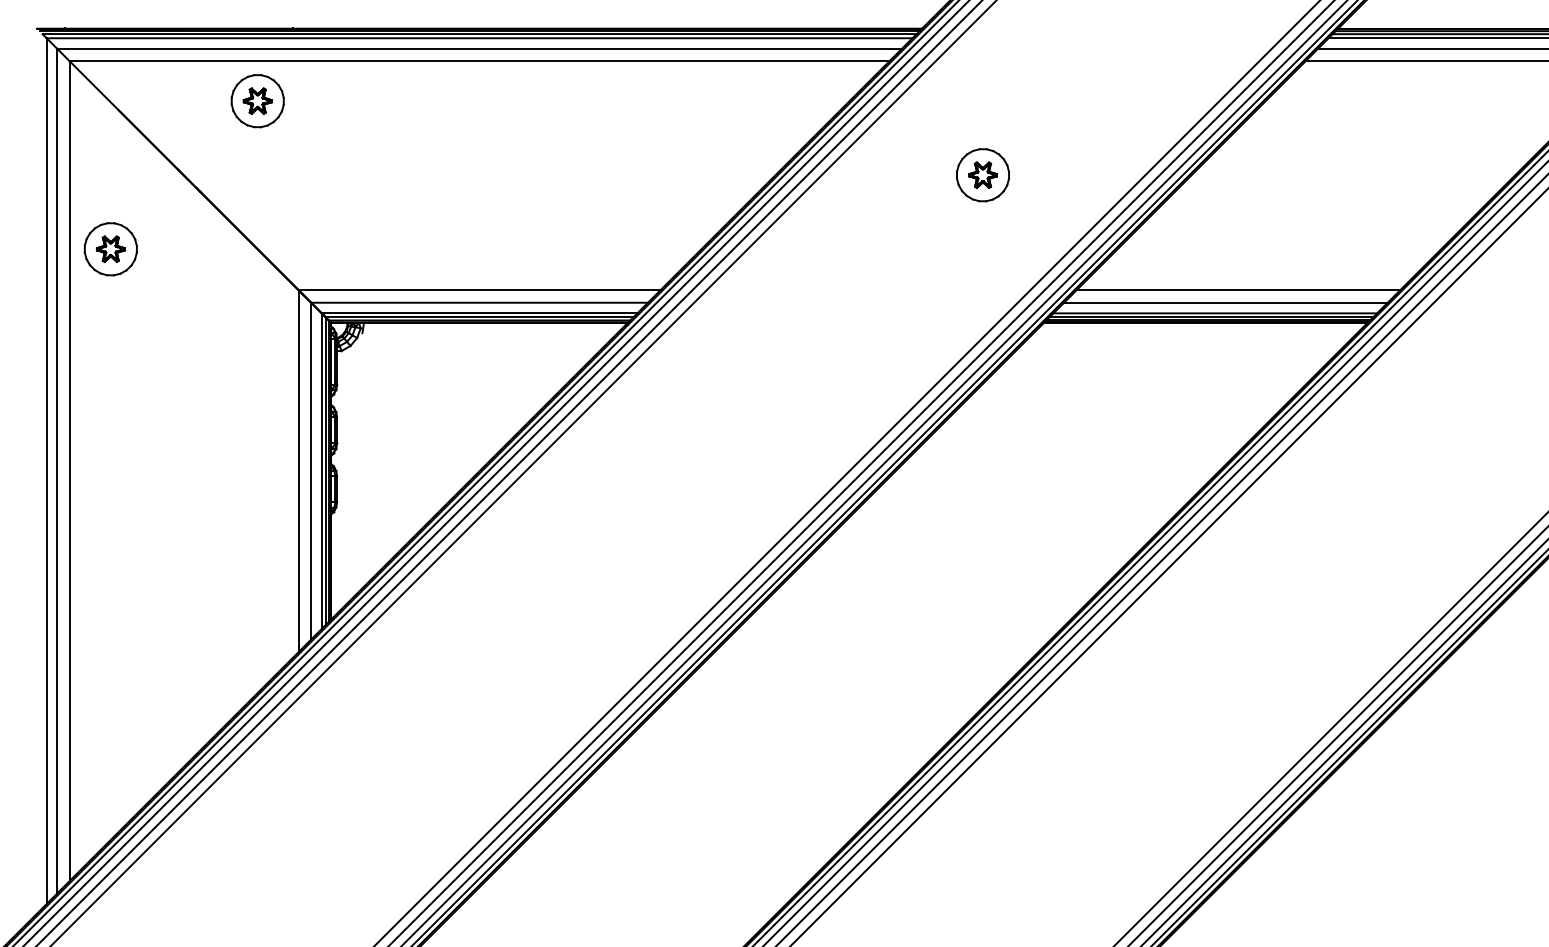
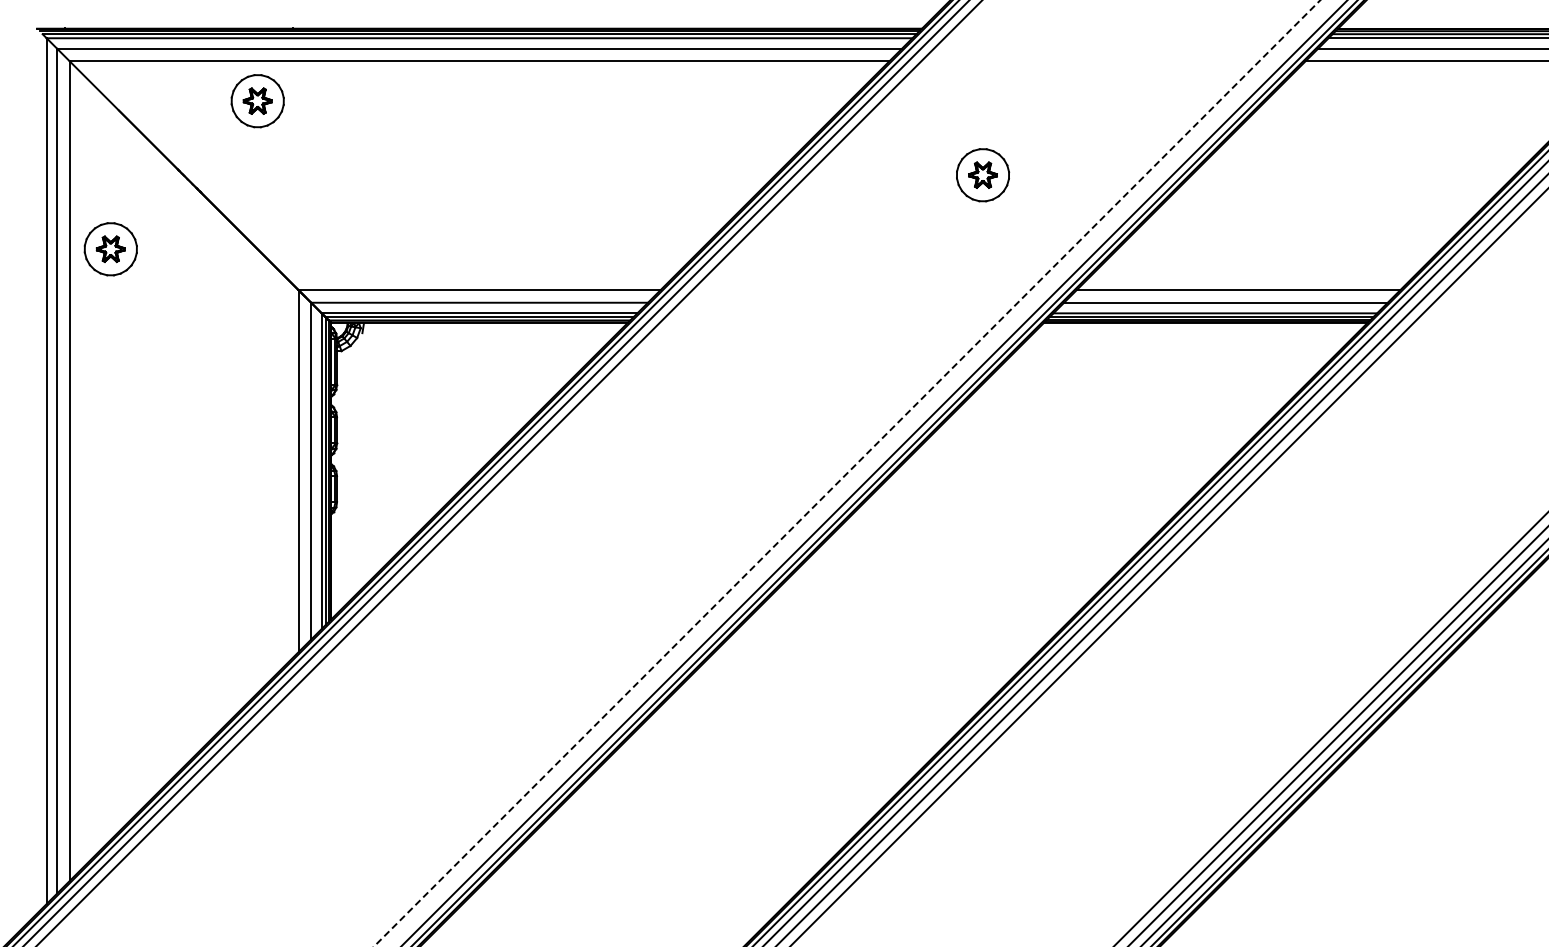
line at (523, 472): present -> none
line at (861, 472): present -> none
line at (847, 473): solid -> dashed
